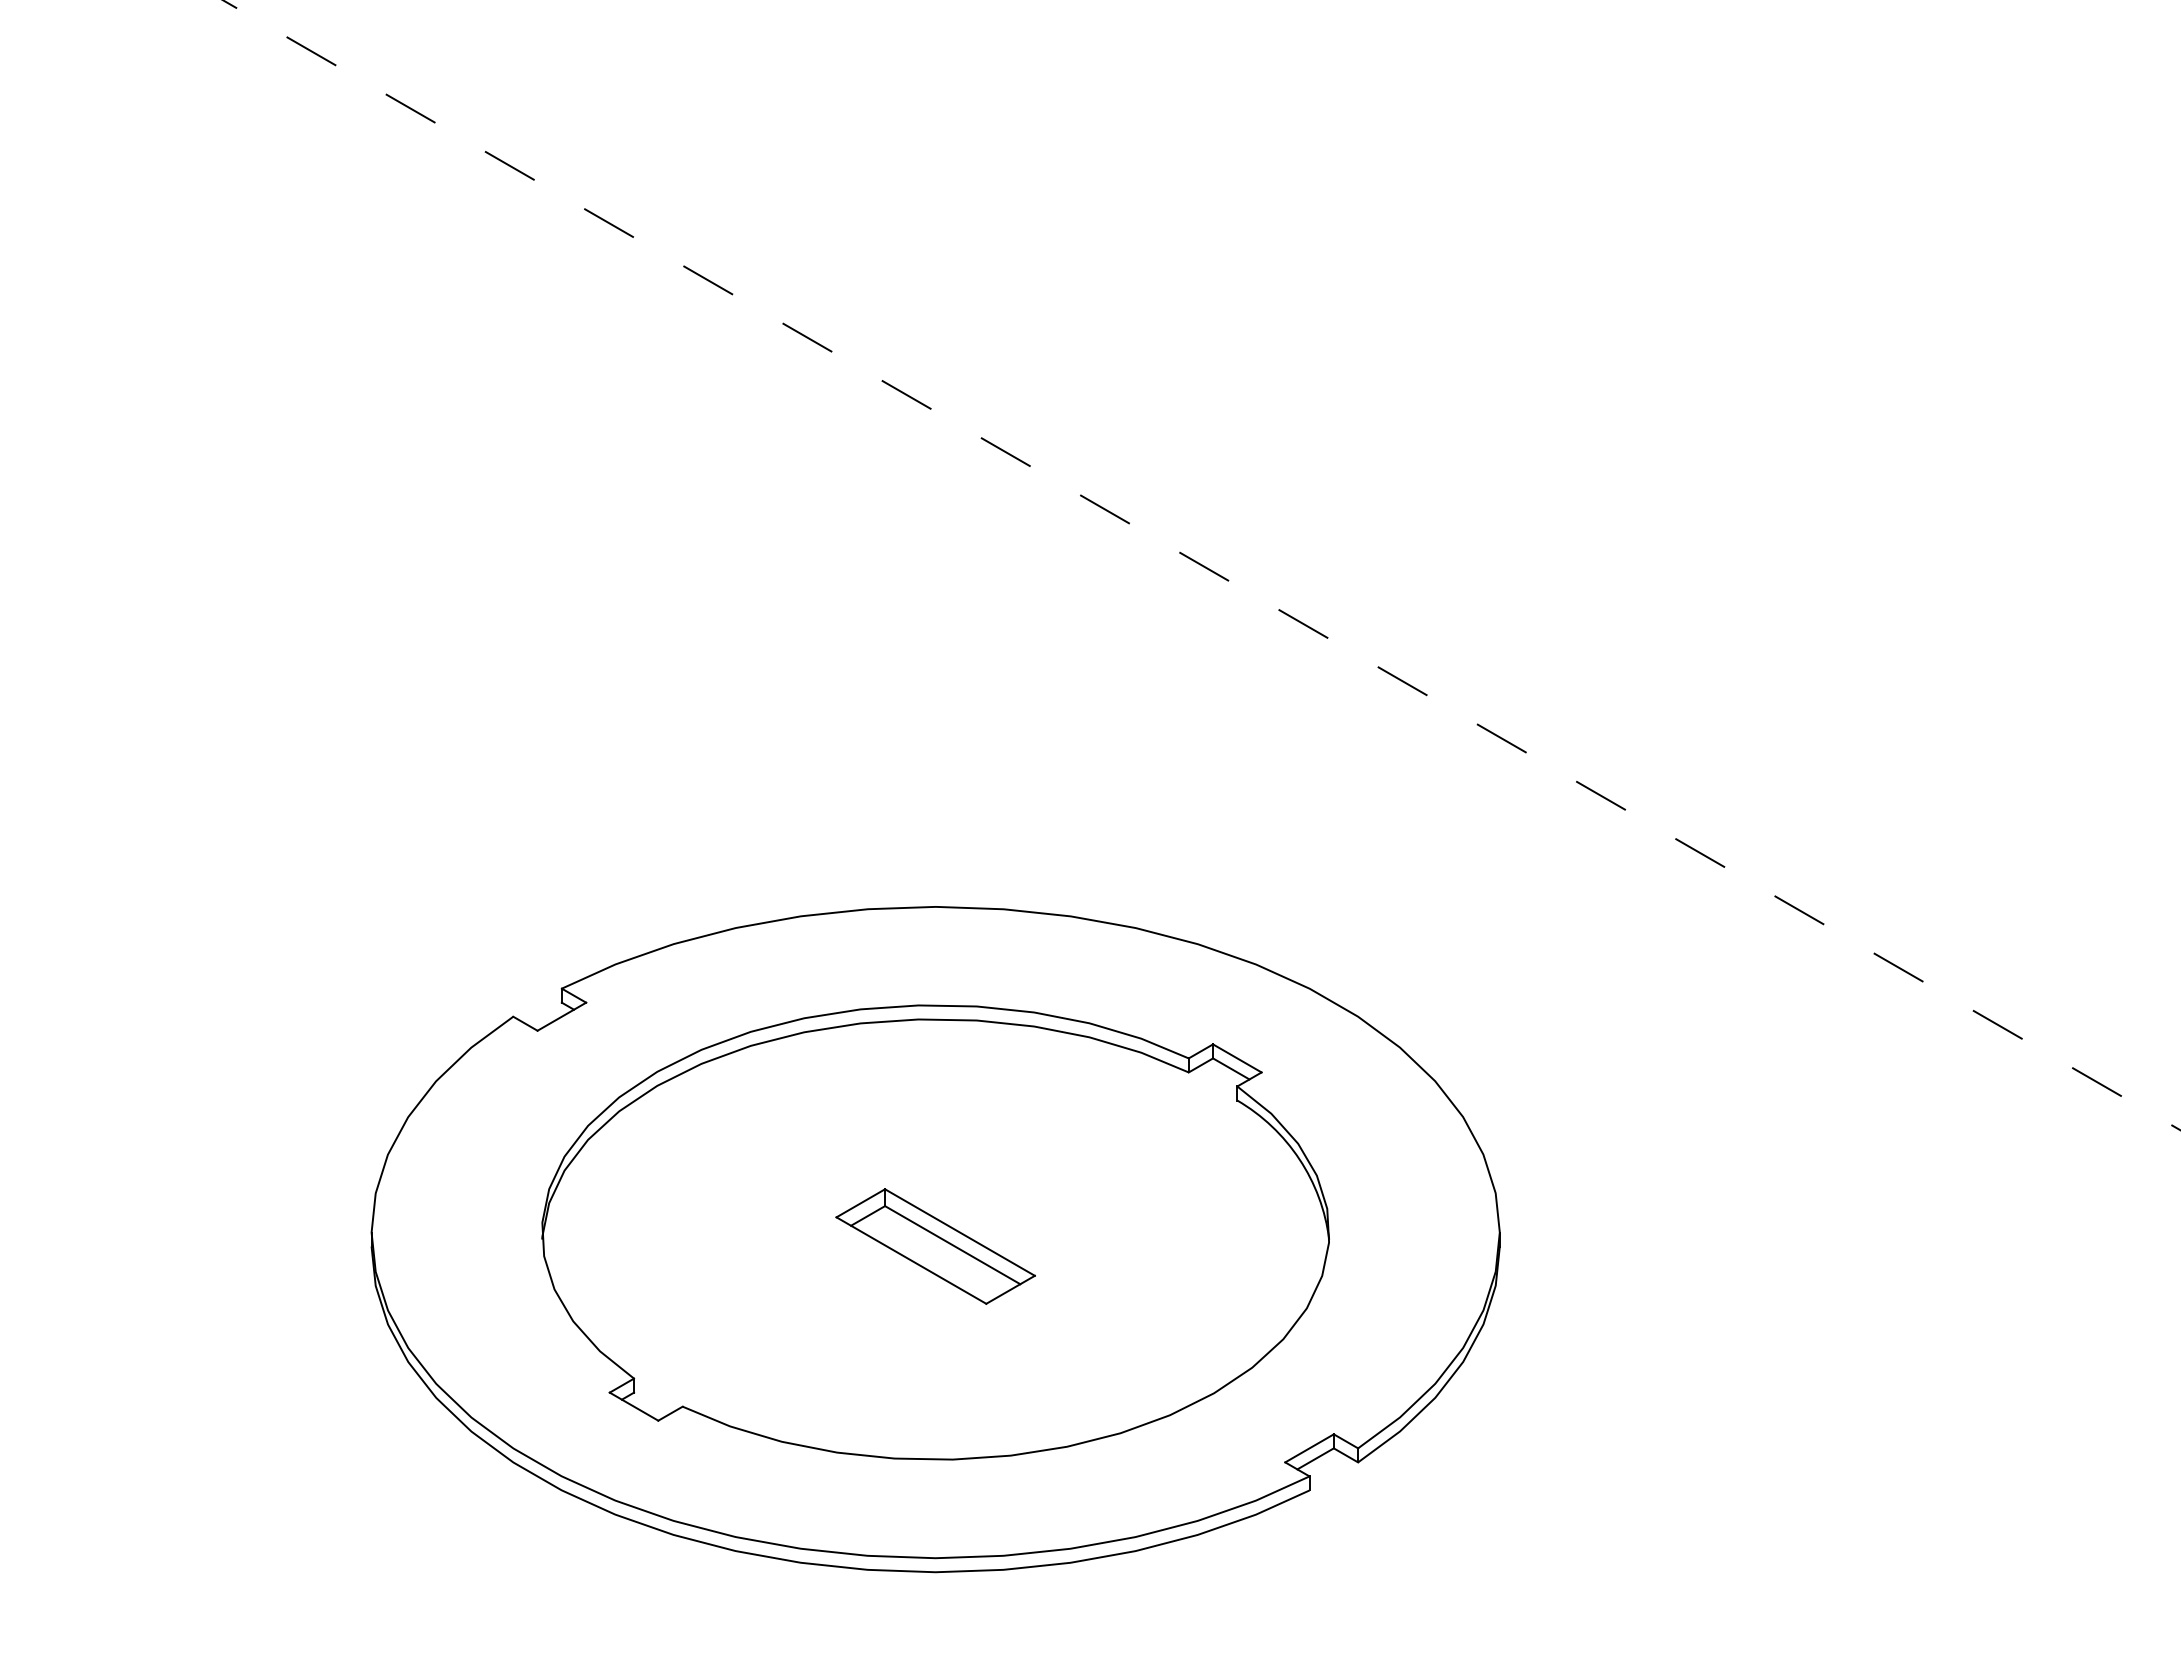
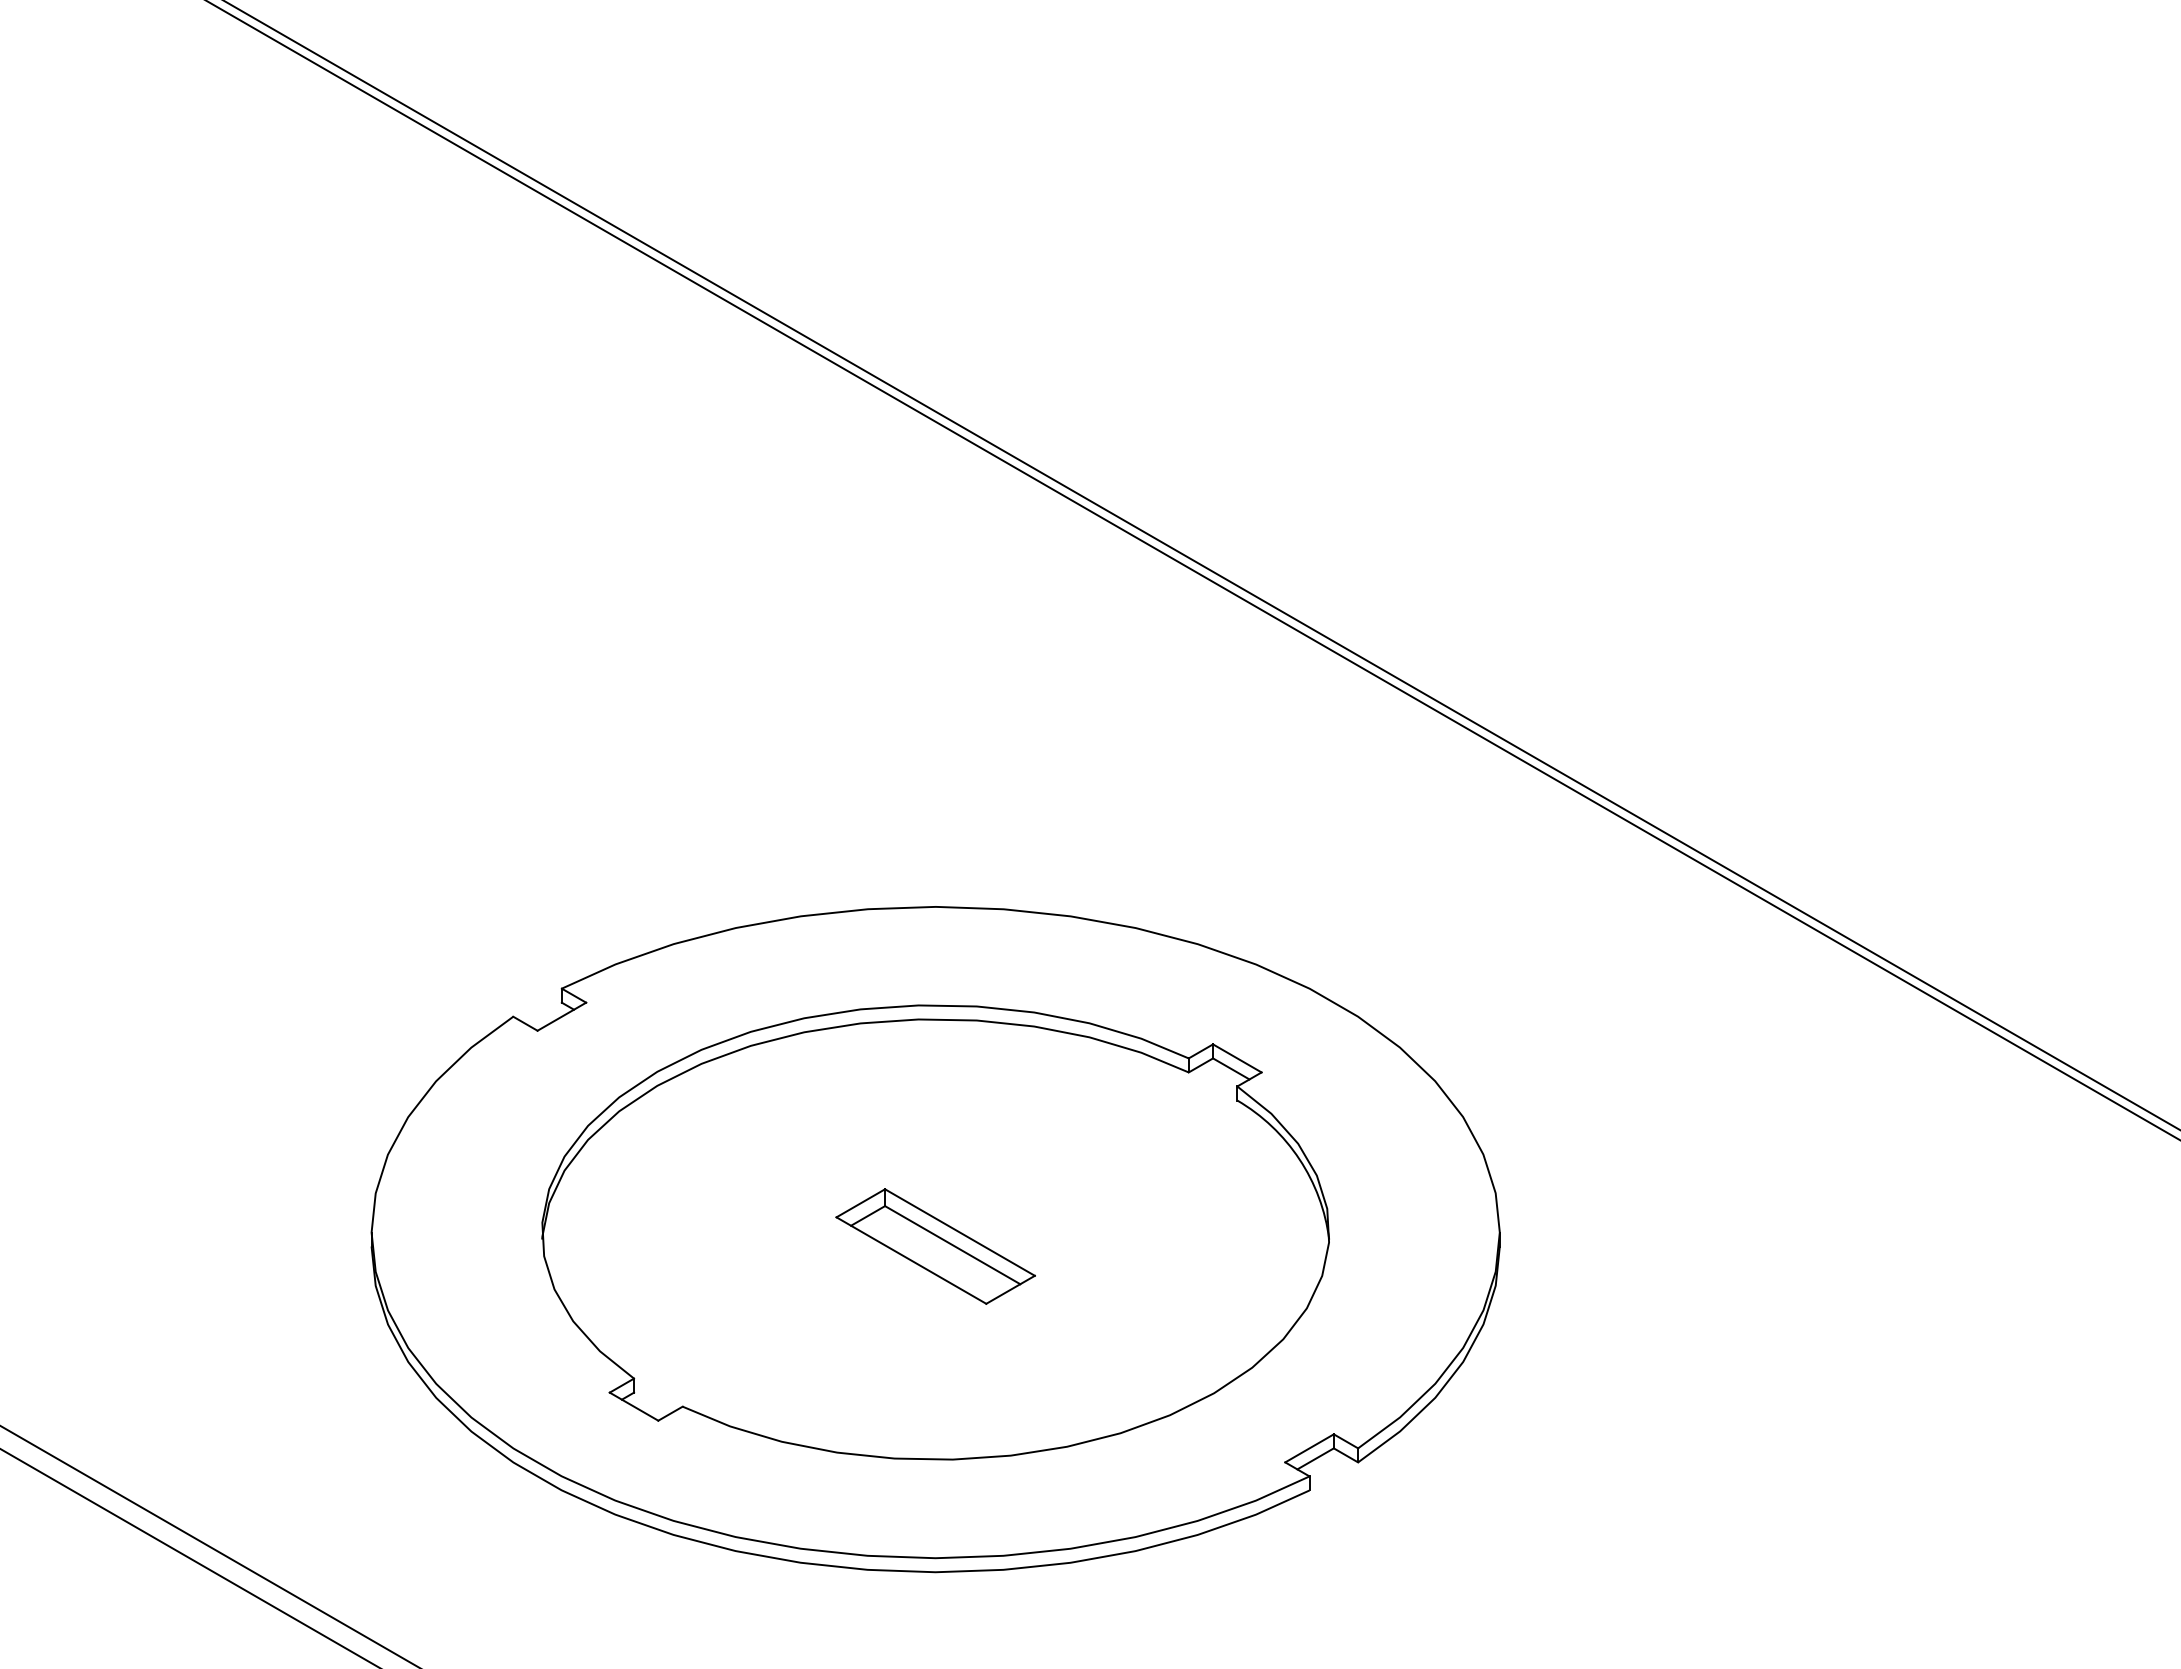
line at (1201, 565): dashed -> solid
line at (1192, 570): none -> present
line at (208, 1546): none -> present
line at (188, 1557): none -> present
